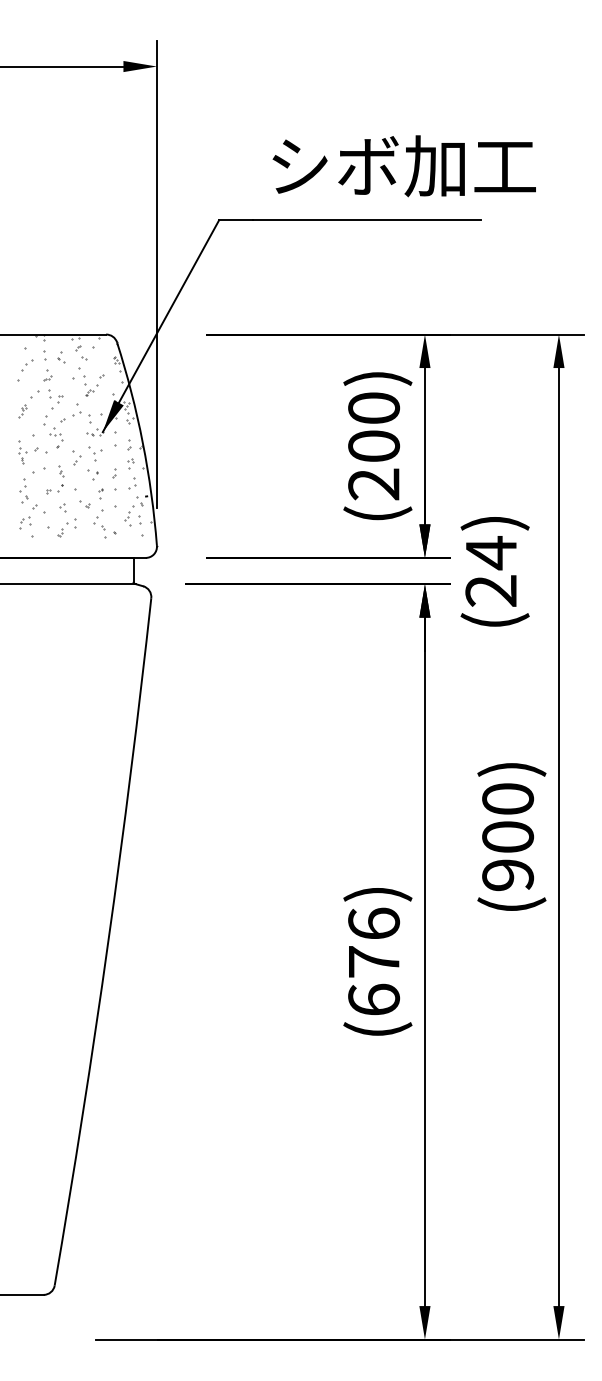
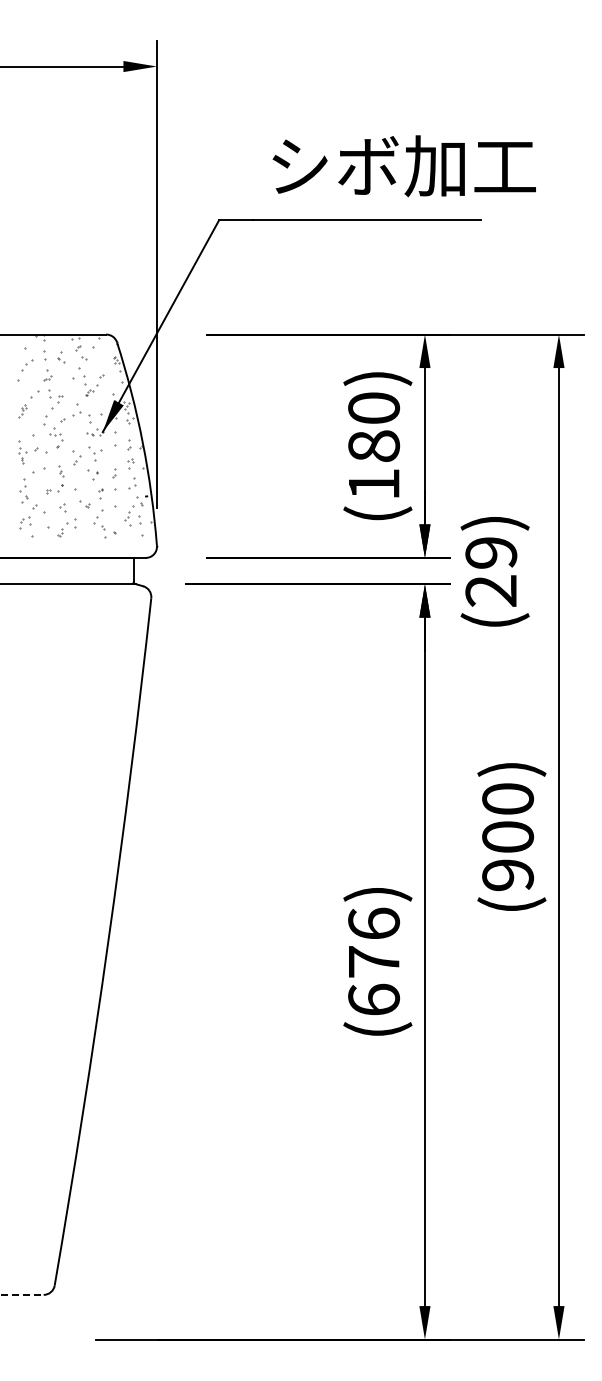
text at (373, 465): (200) -> (180)
text at (491, 553): (24) -> (29)
line at (22, 1294): solid -> dashed
